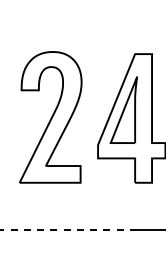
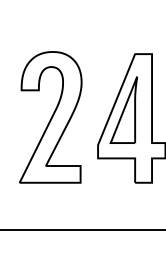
line at (65, 229): dashed -> solid
